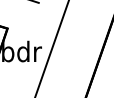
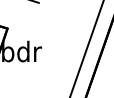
line at (52, 48) position: (52, 48) -> (86, 48)
